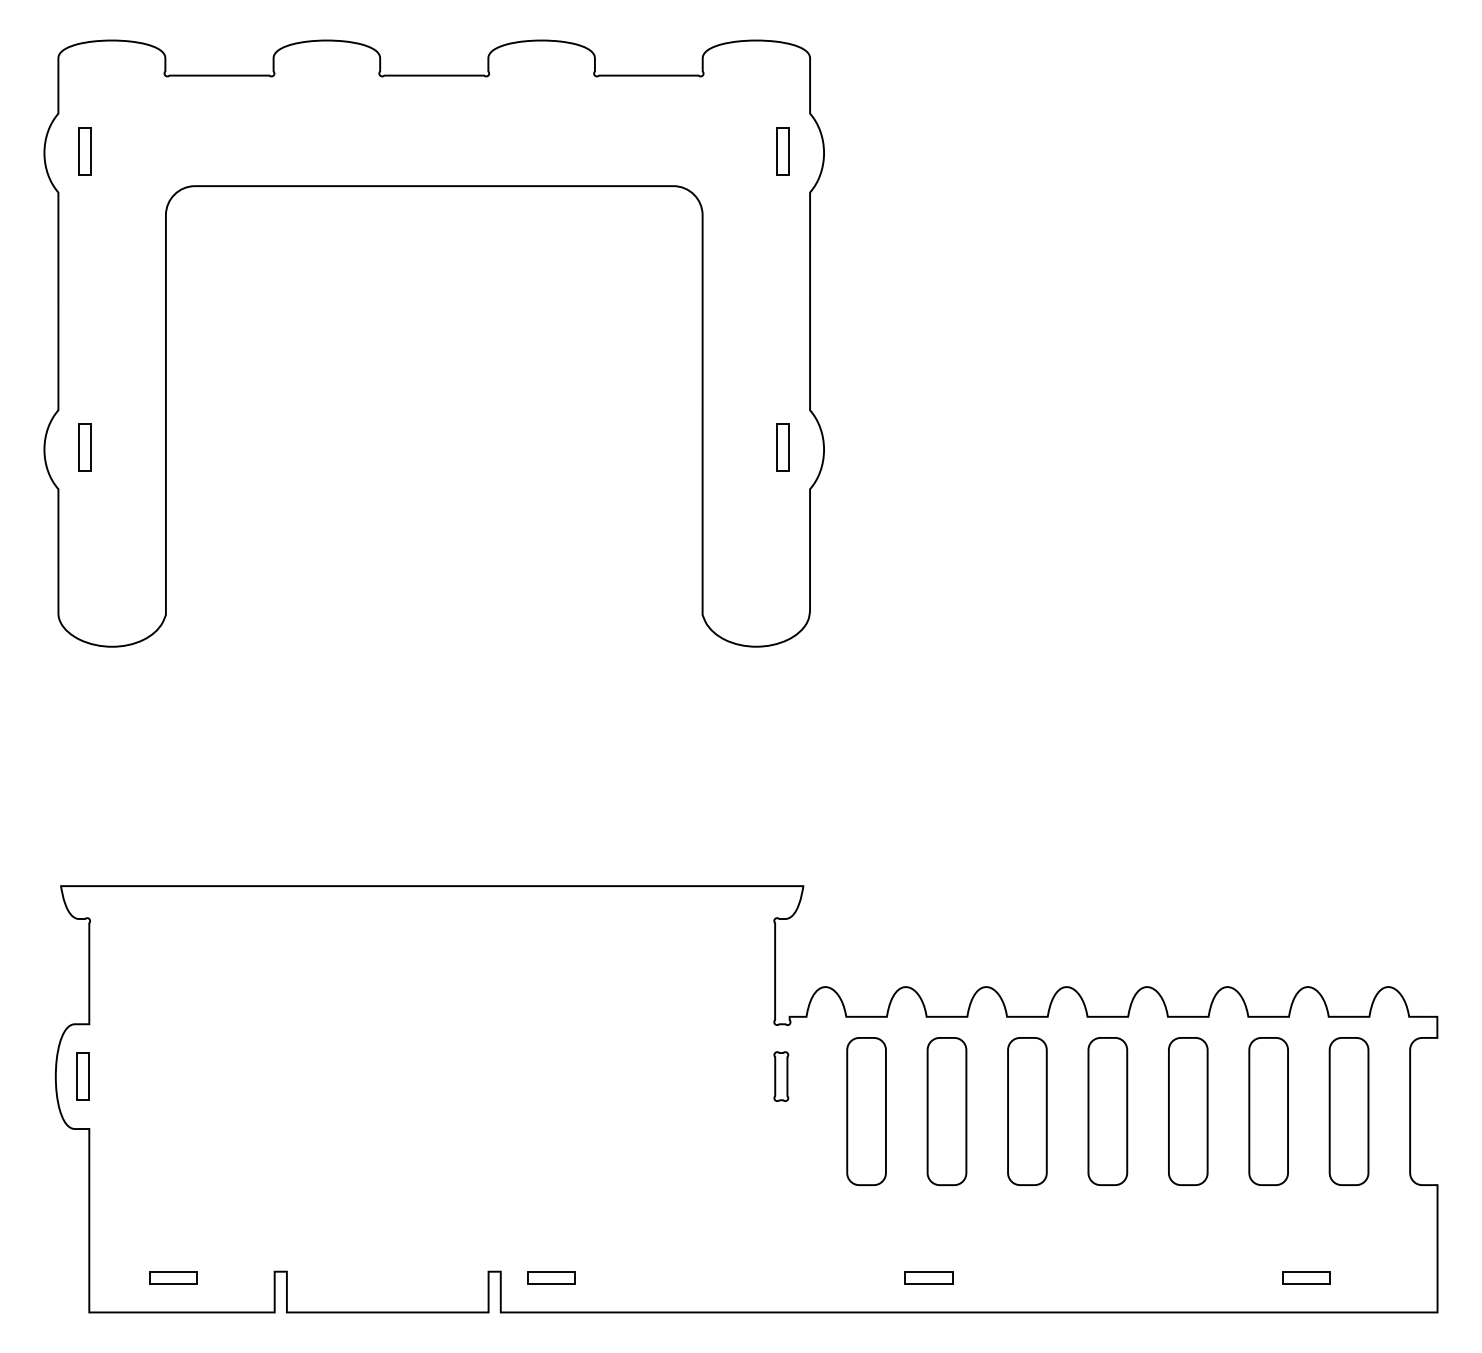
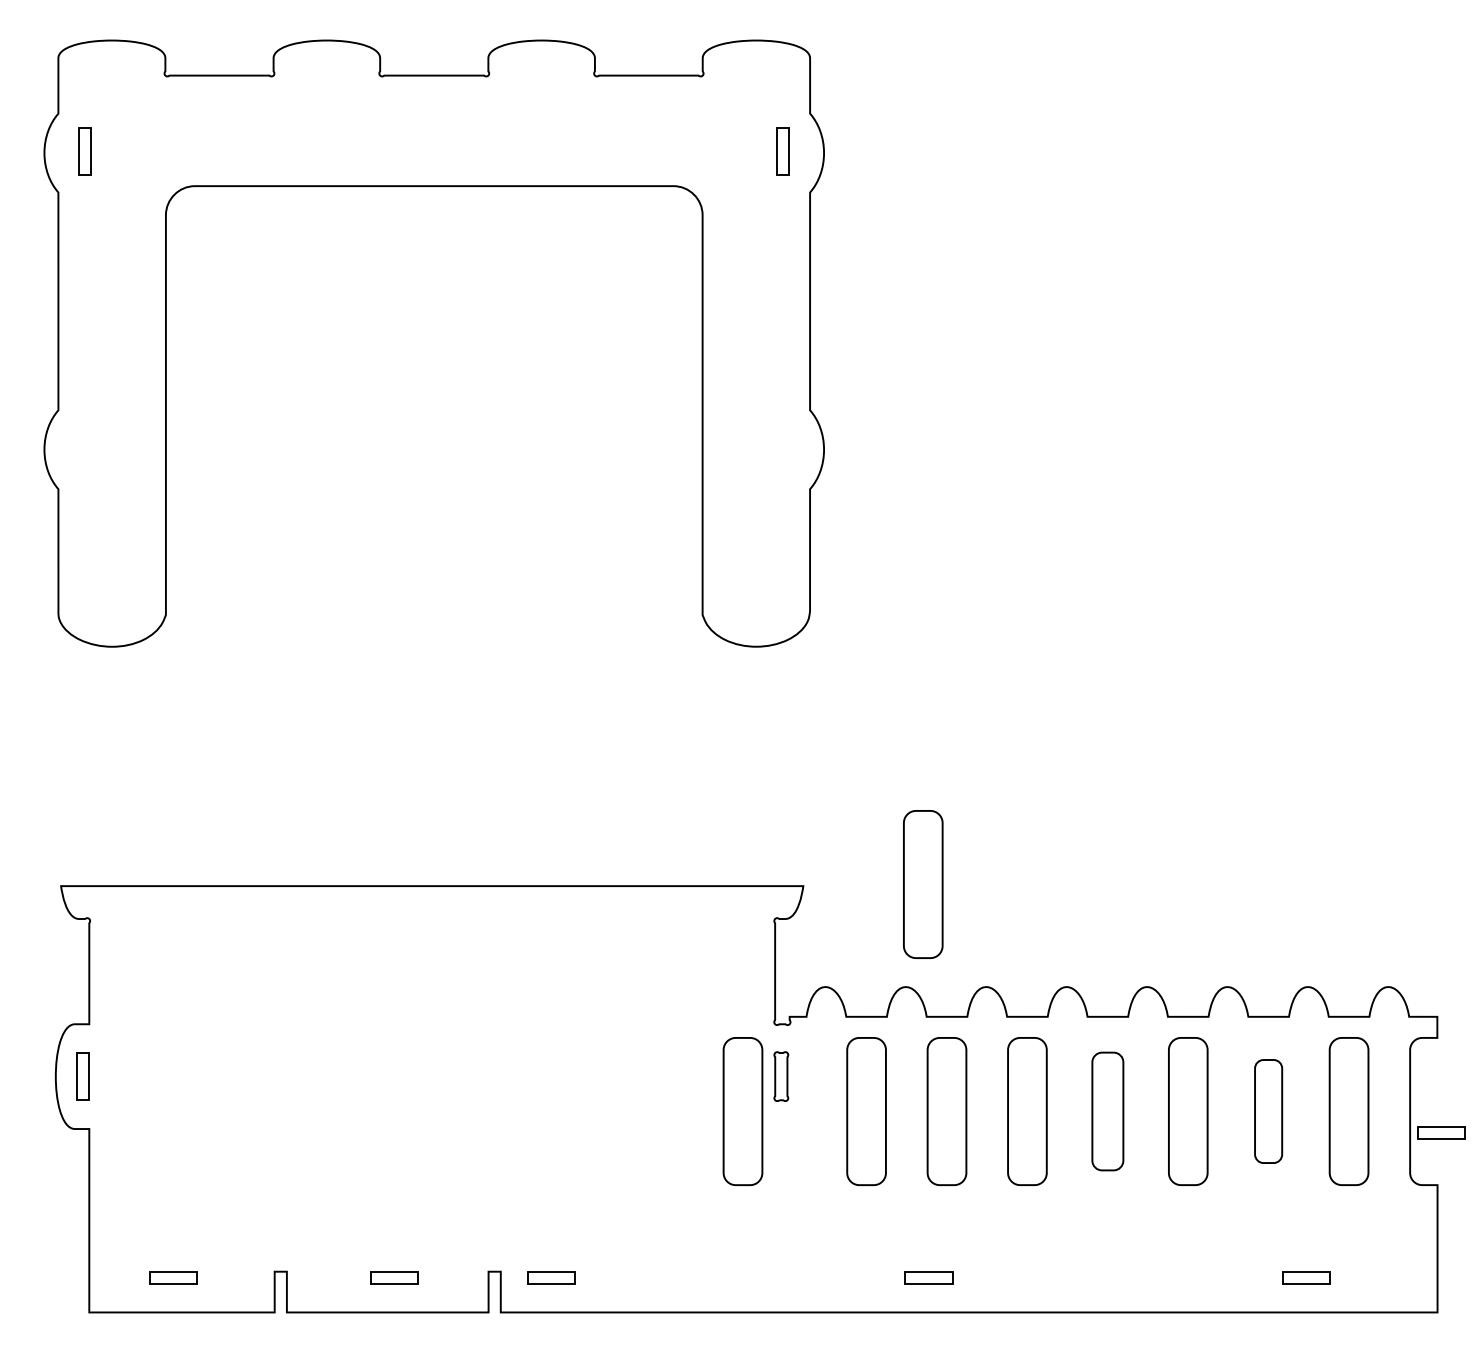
part at (84, 447): present -> none
part at (782, 447): present -> none
part at (923, 884): none -> present
part at (742, 1111): none -> present
part at (1107, 1111) size: 42x149 px -> 34x121 px
part at (1268, 1111) size: 41x149 px -> 30x105 px
part at (1441, 1132): none -> present
part at (394, 1277): none -> present
